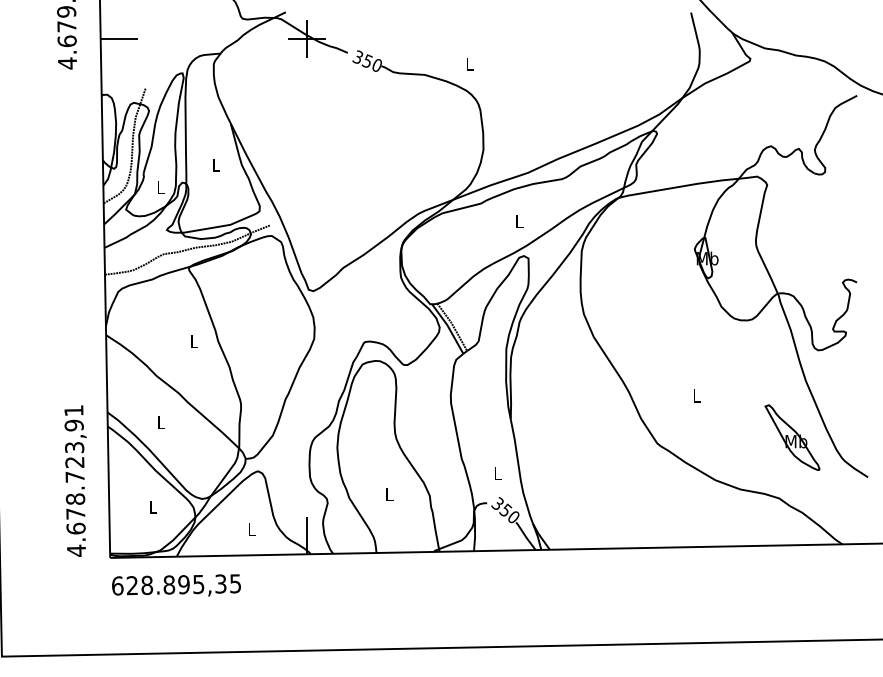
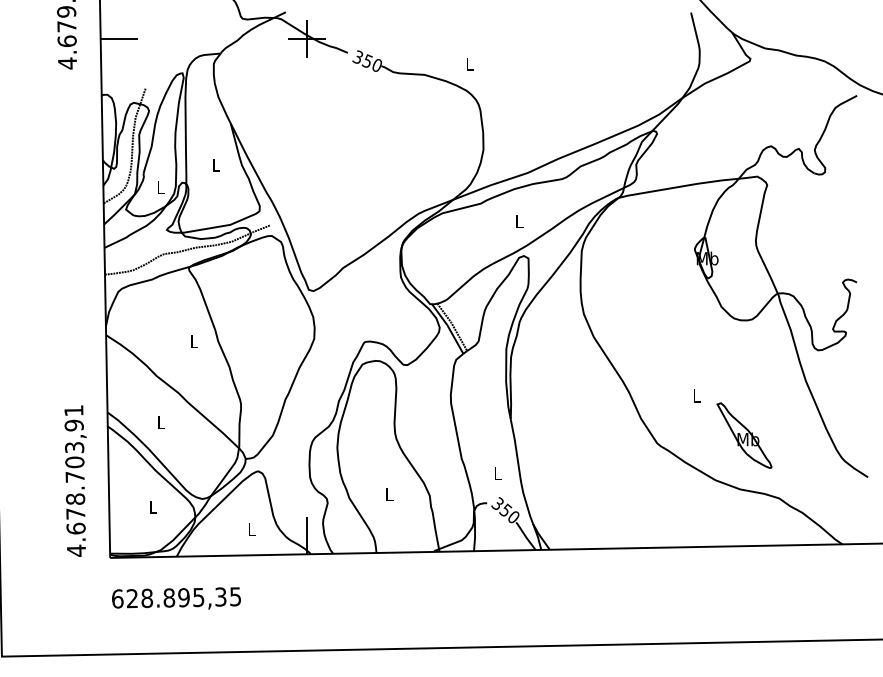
part at (792, 437) position: (792, 437) -> (744, 435)
text at (74, 462): 4.678.723,91 -> 4.678.703,91
text at (176, 585) position: (176, 585) -> (176, 598)
